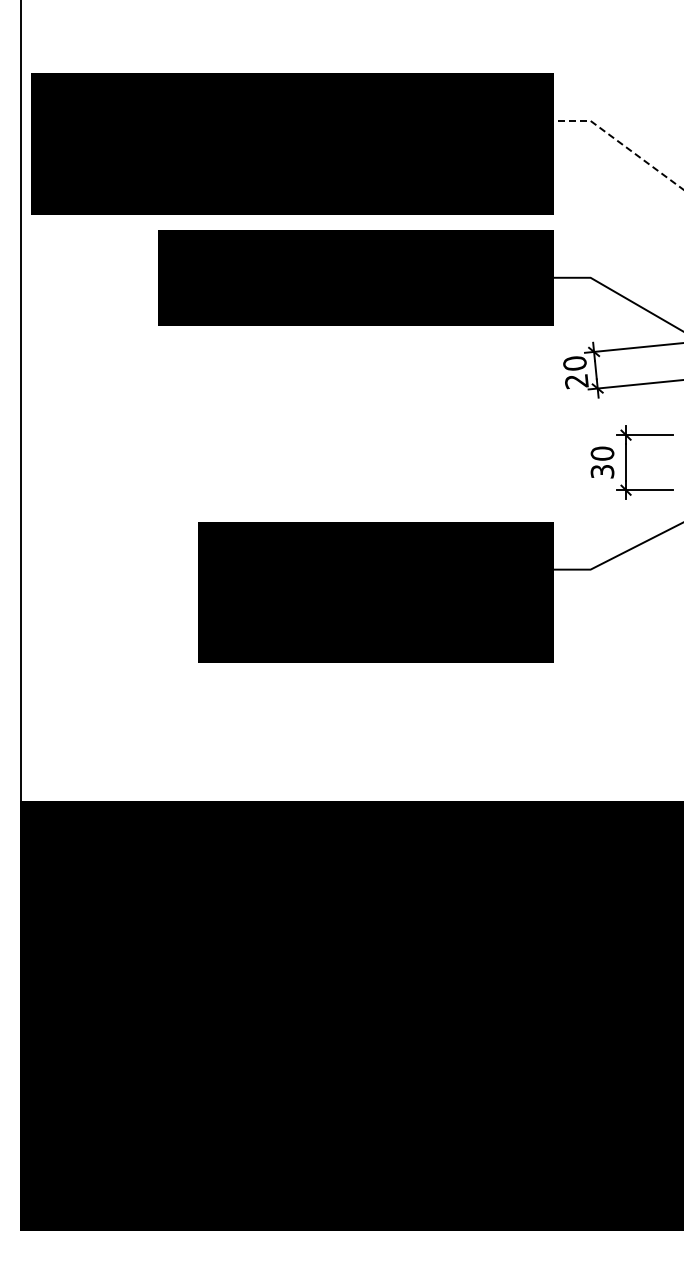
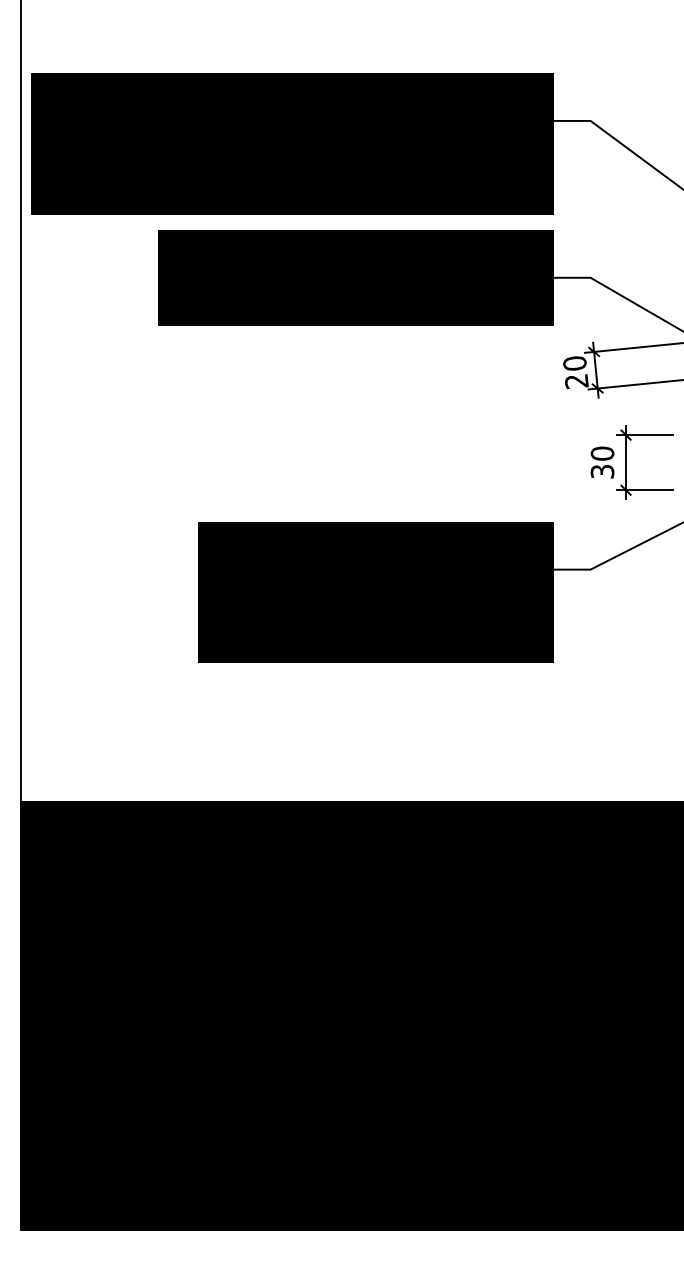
line at (621, 144): dashed -> solid
